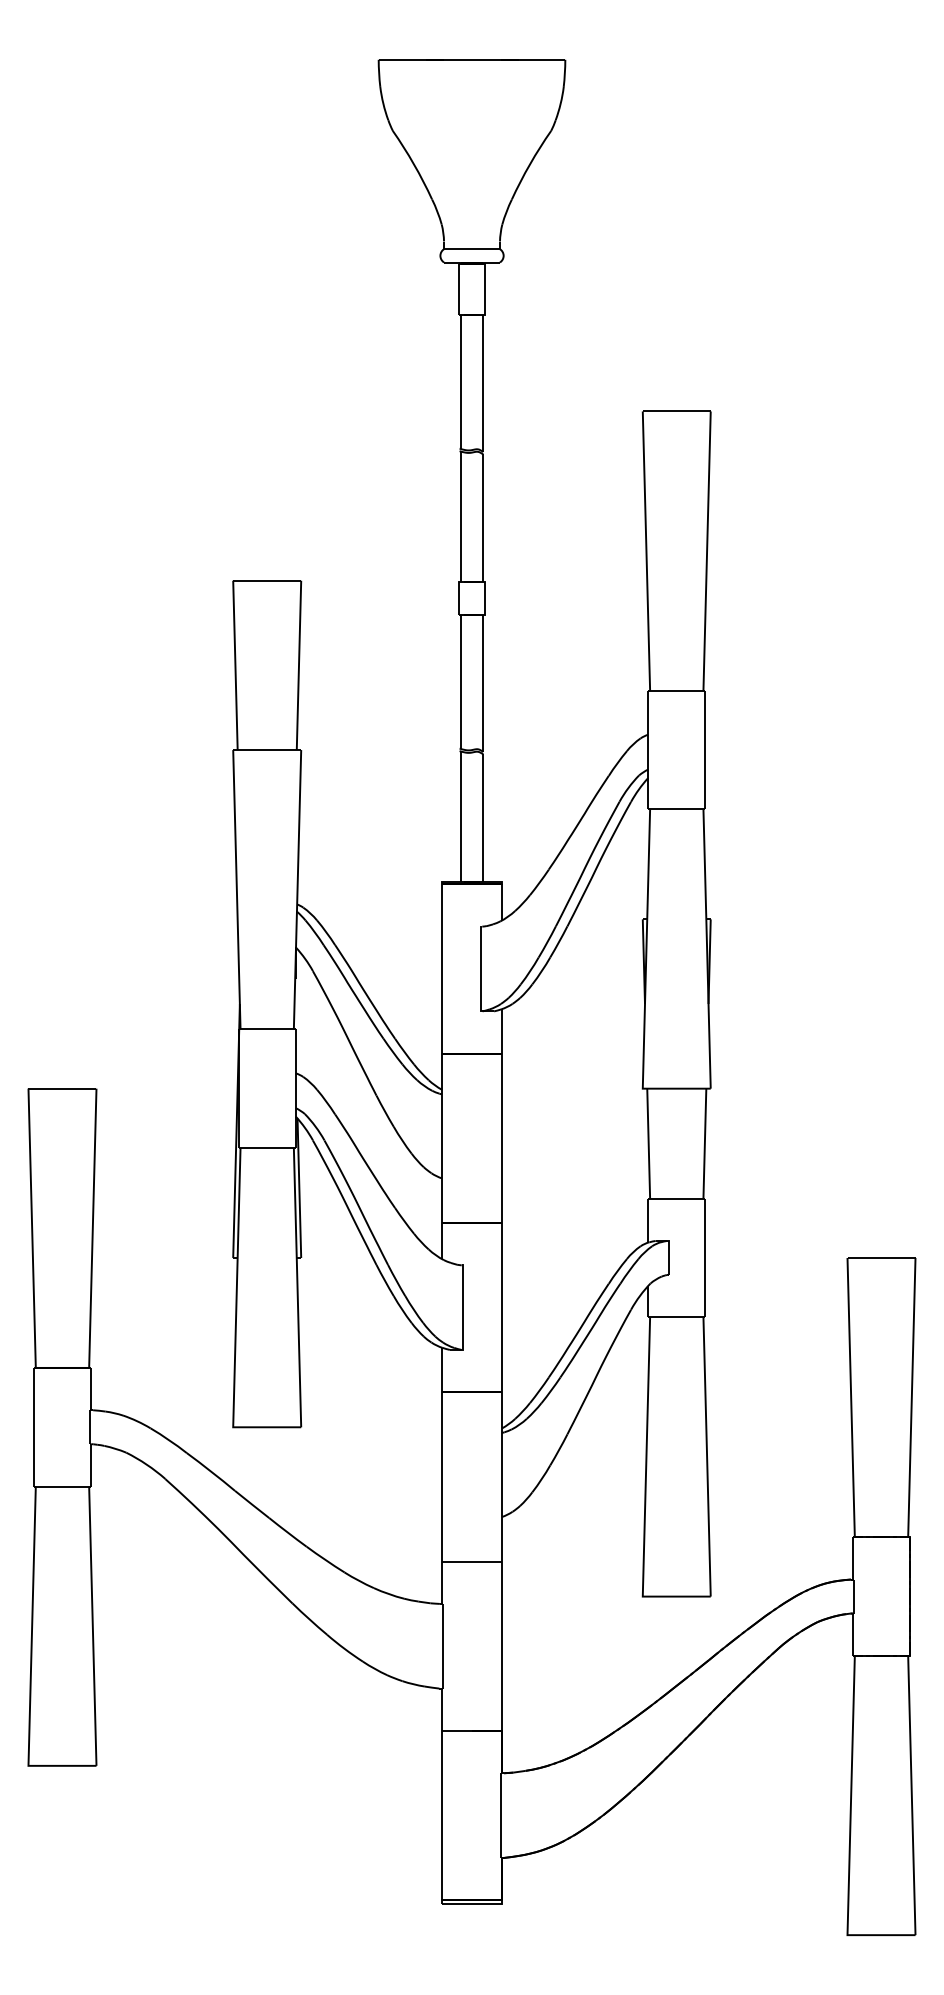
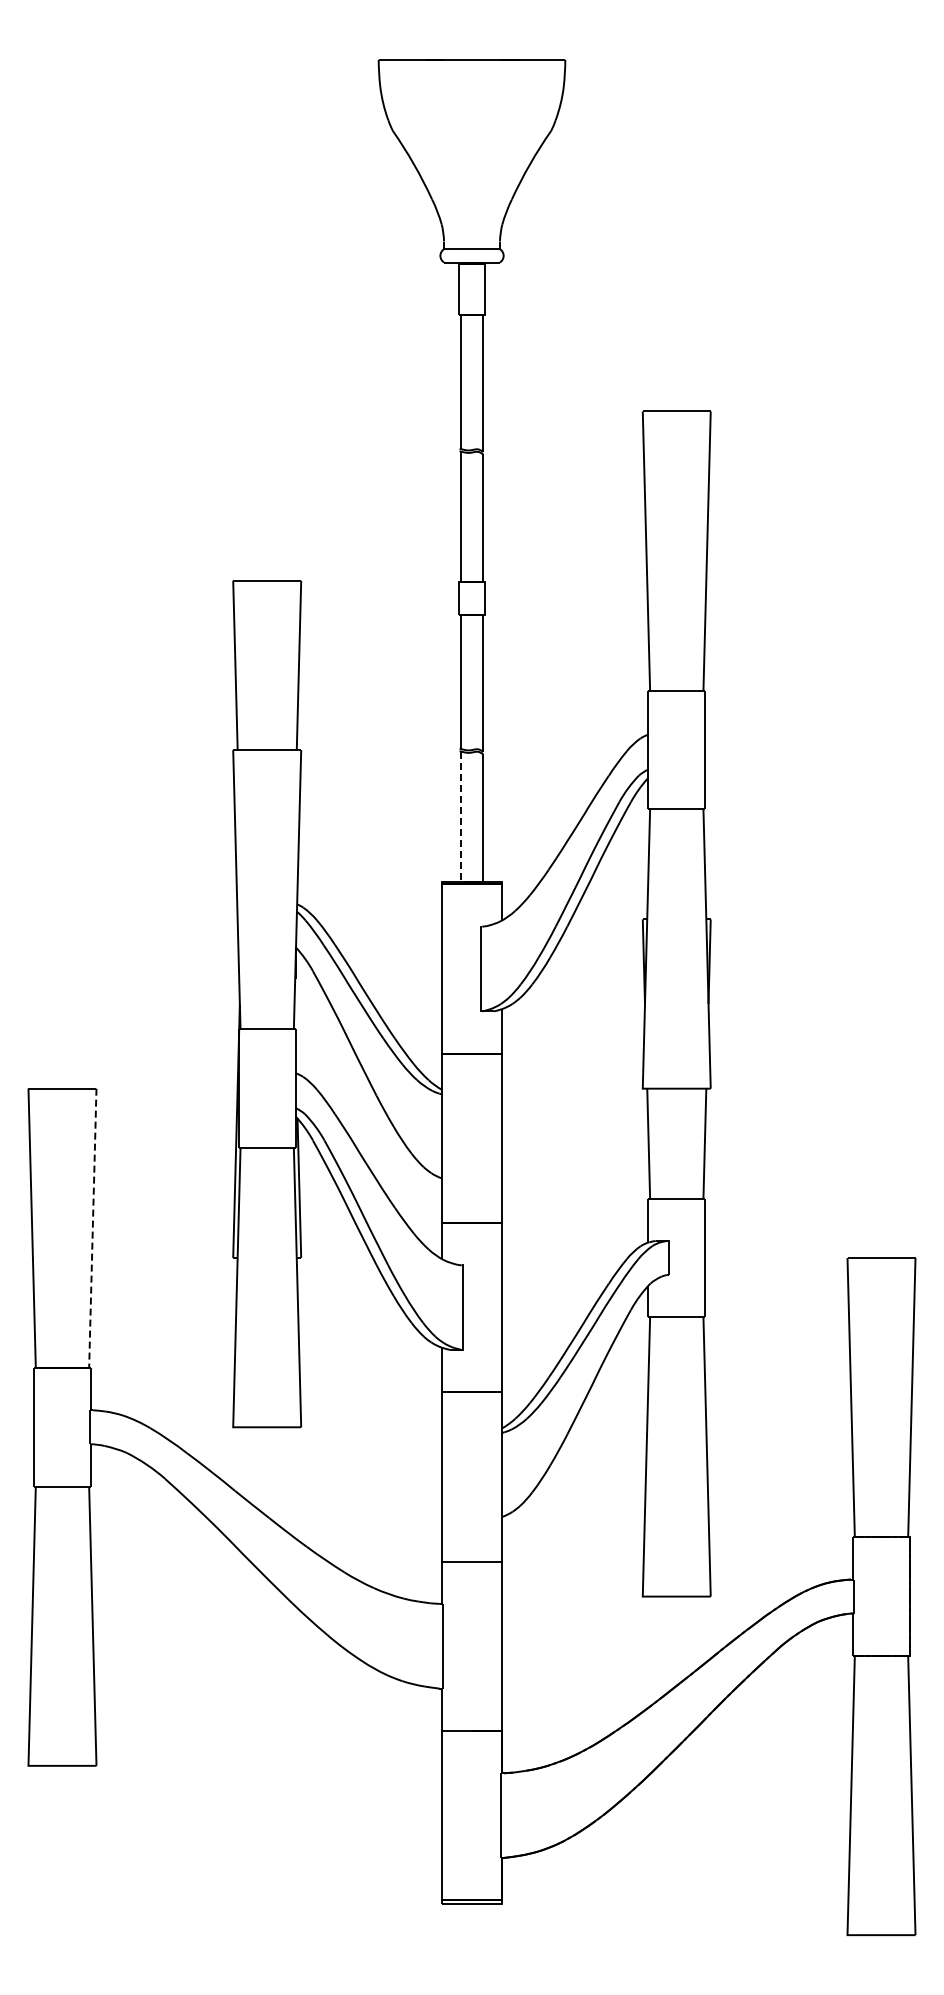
line at (461, 817): solid -> dashed
line at (92, 1228): solid -> dashed
